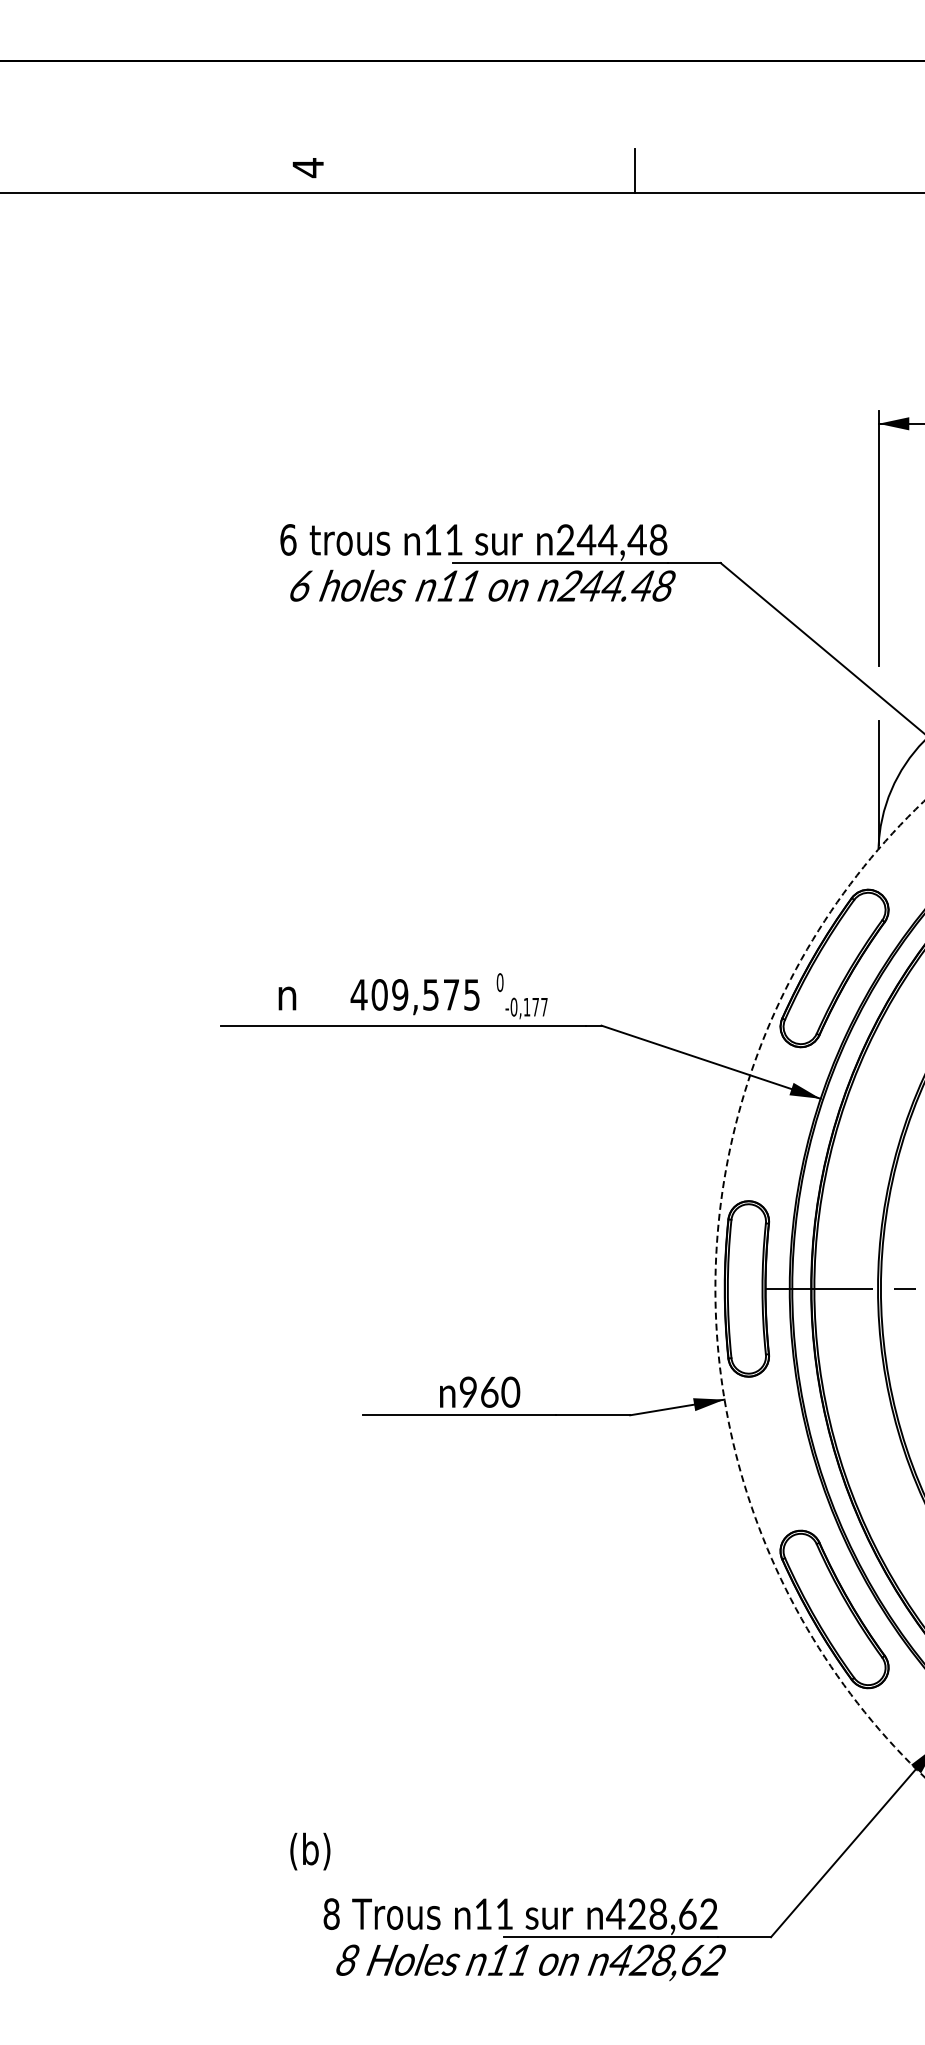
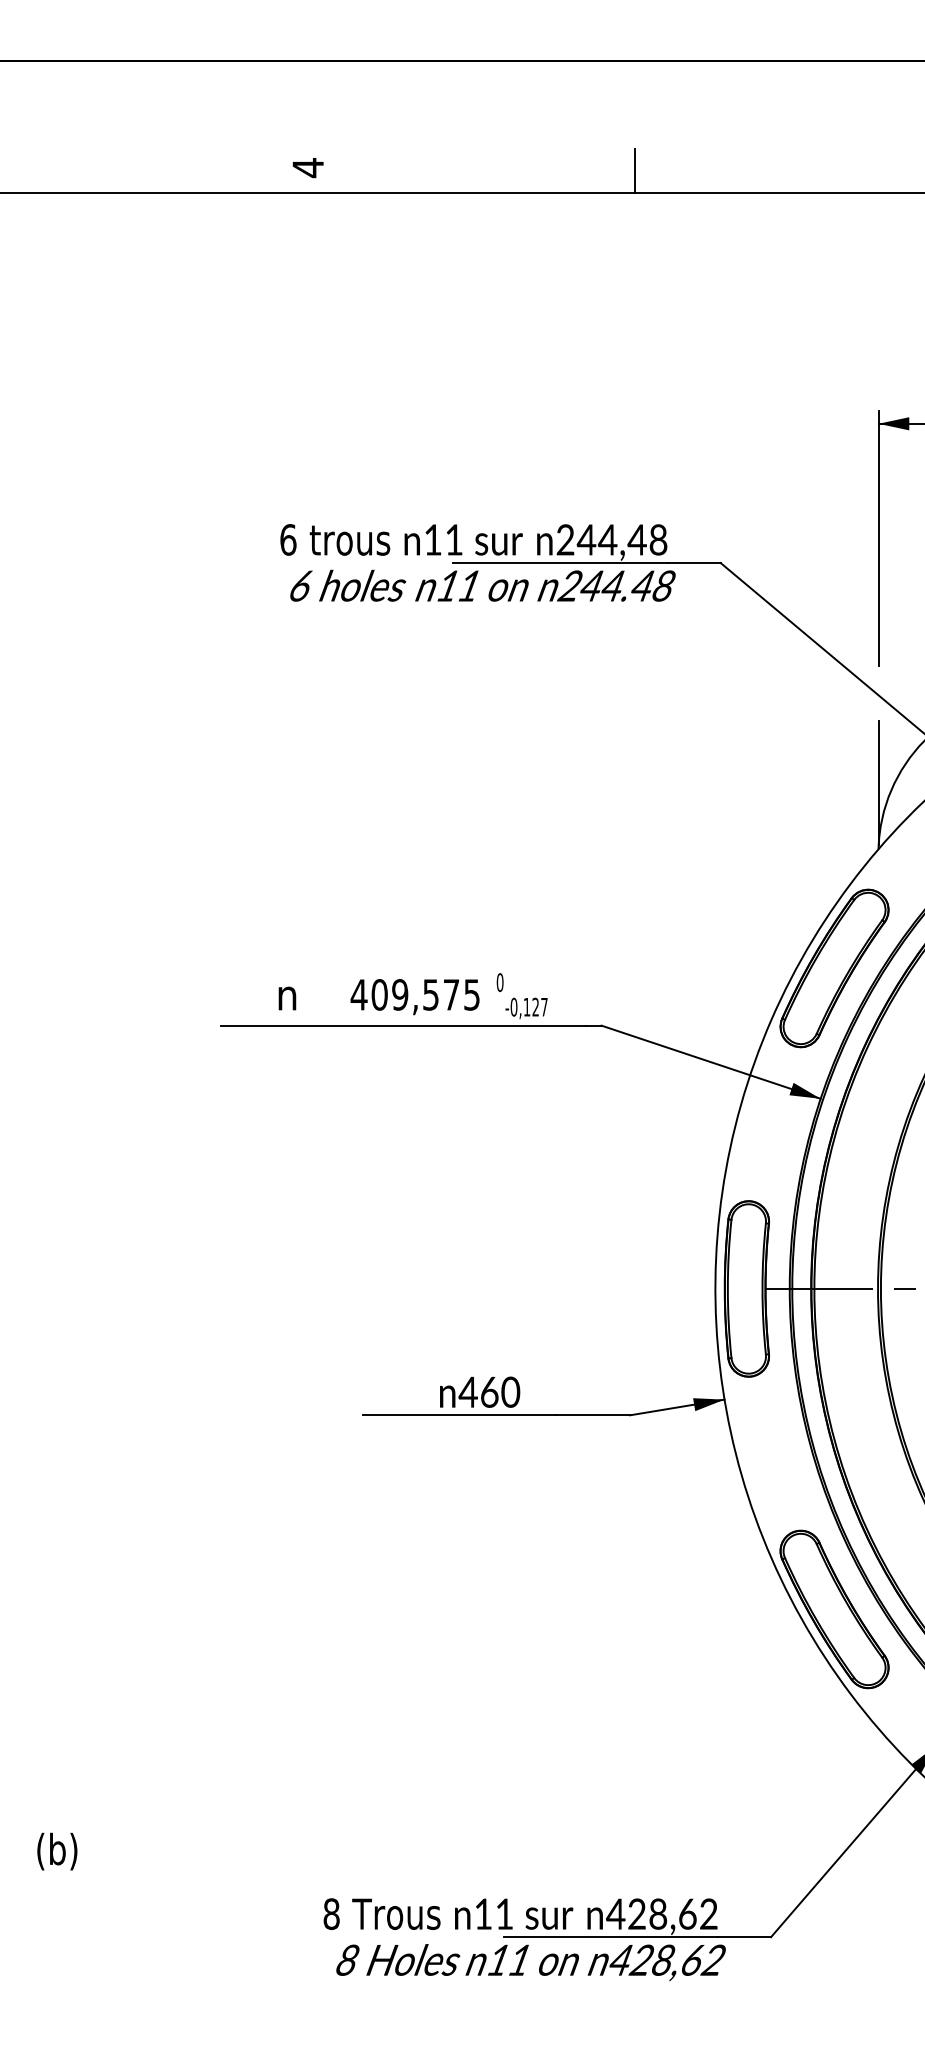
text at (535, 1006): -0,177 -> -0,127
arc at (715, 1287): dashed -> solid
text at (467, 1391): 960 -> 460
text at (310, 1851) position: (310, 1851) -> (57, 1851)
